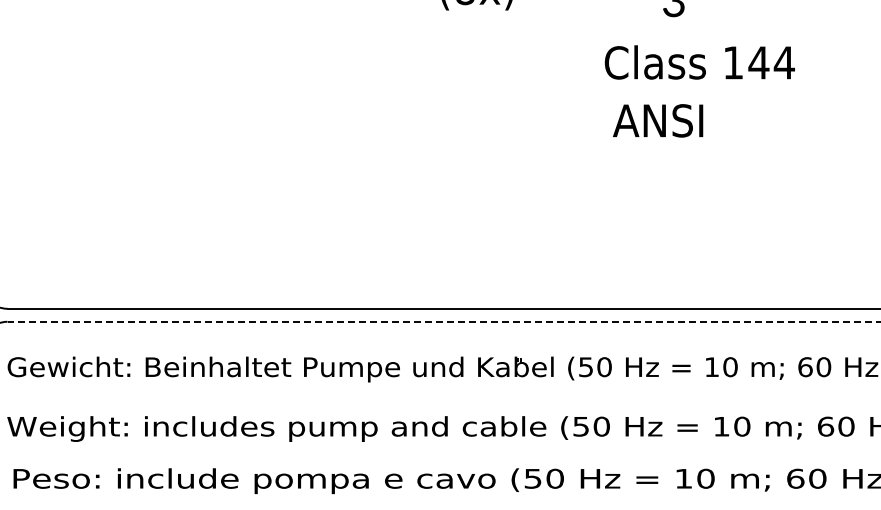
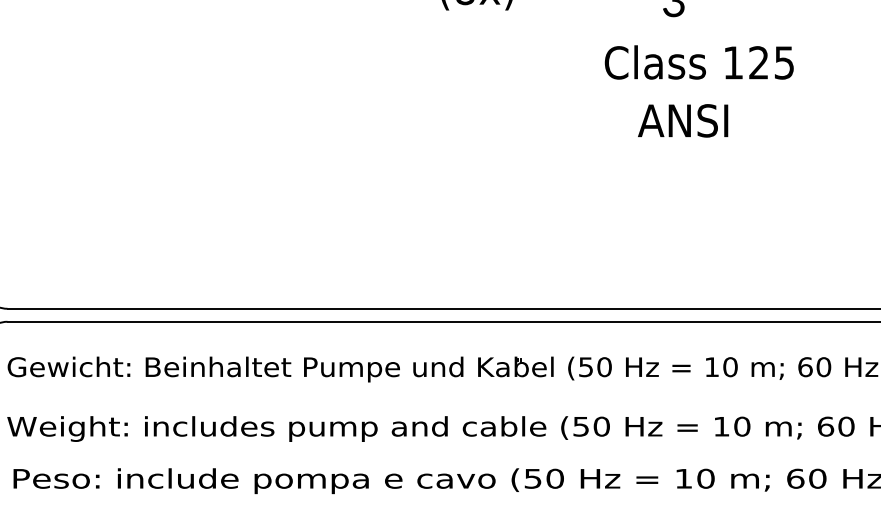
text at (771, 62): 144 -> 125
text at (658, 120) position: (658, 120) -> (683, 120)
line at (443, 321): dashed -> solid
